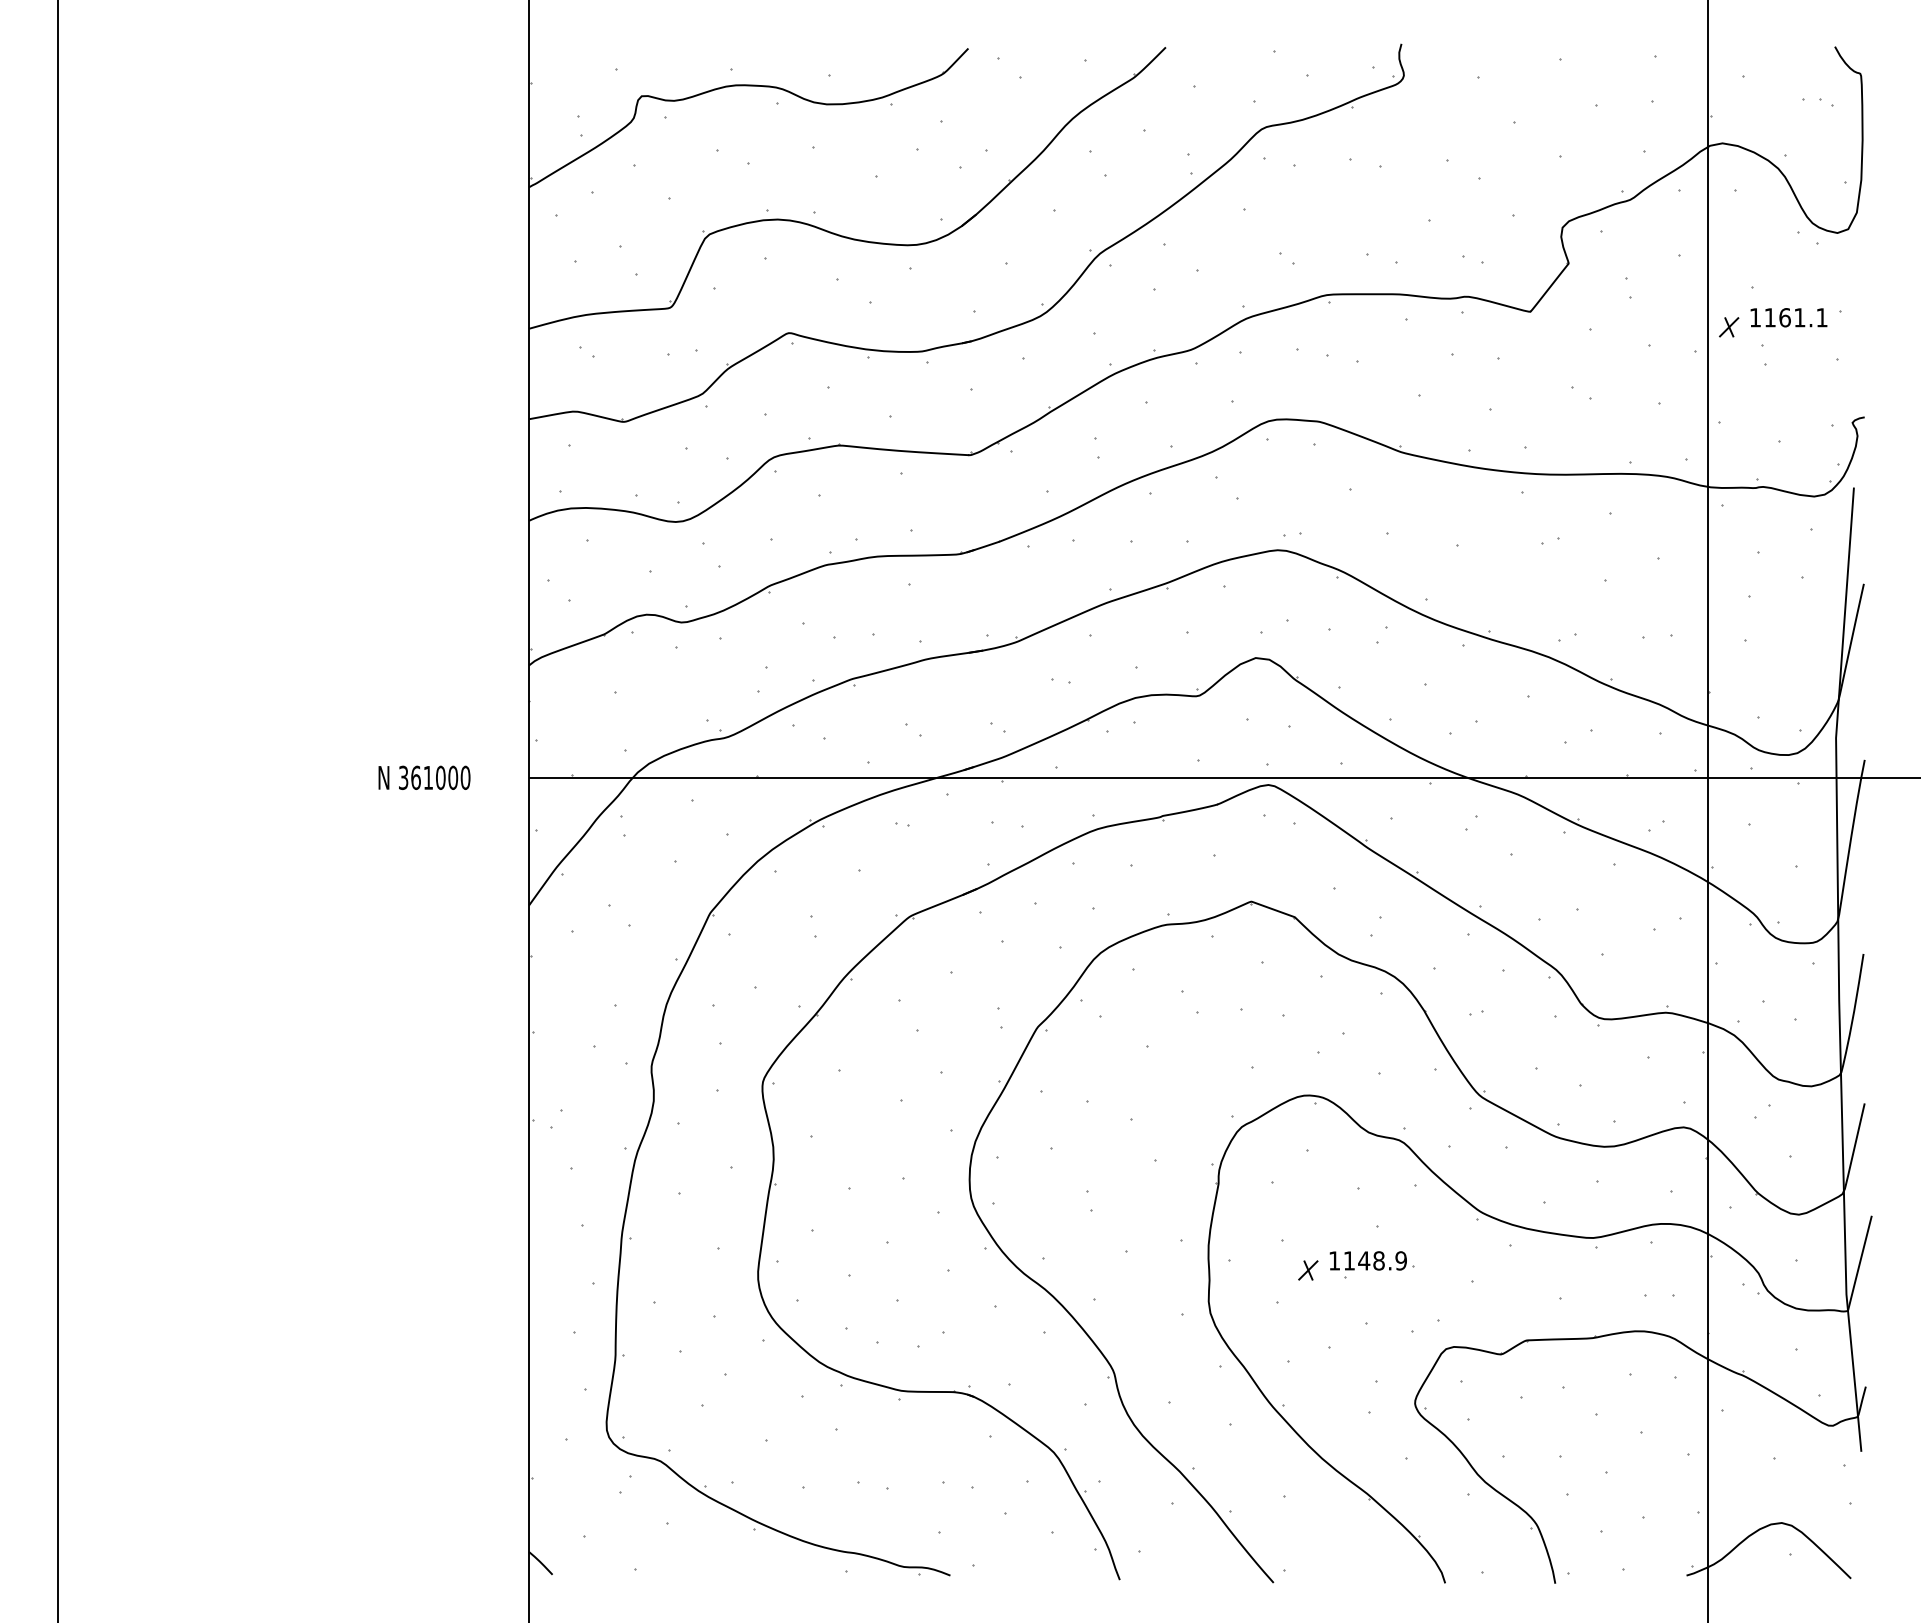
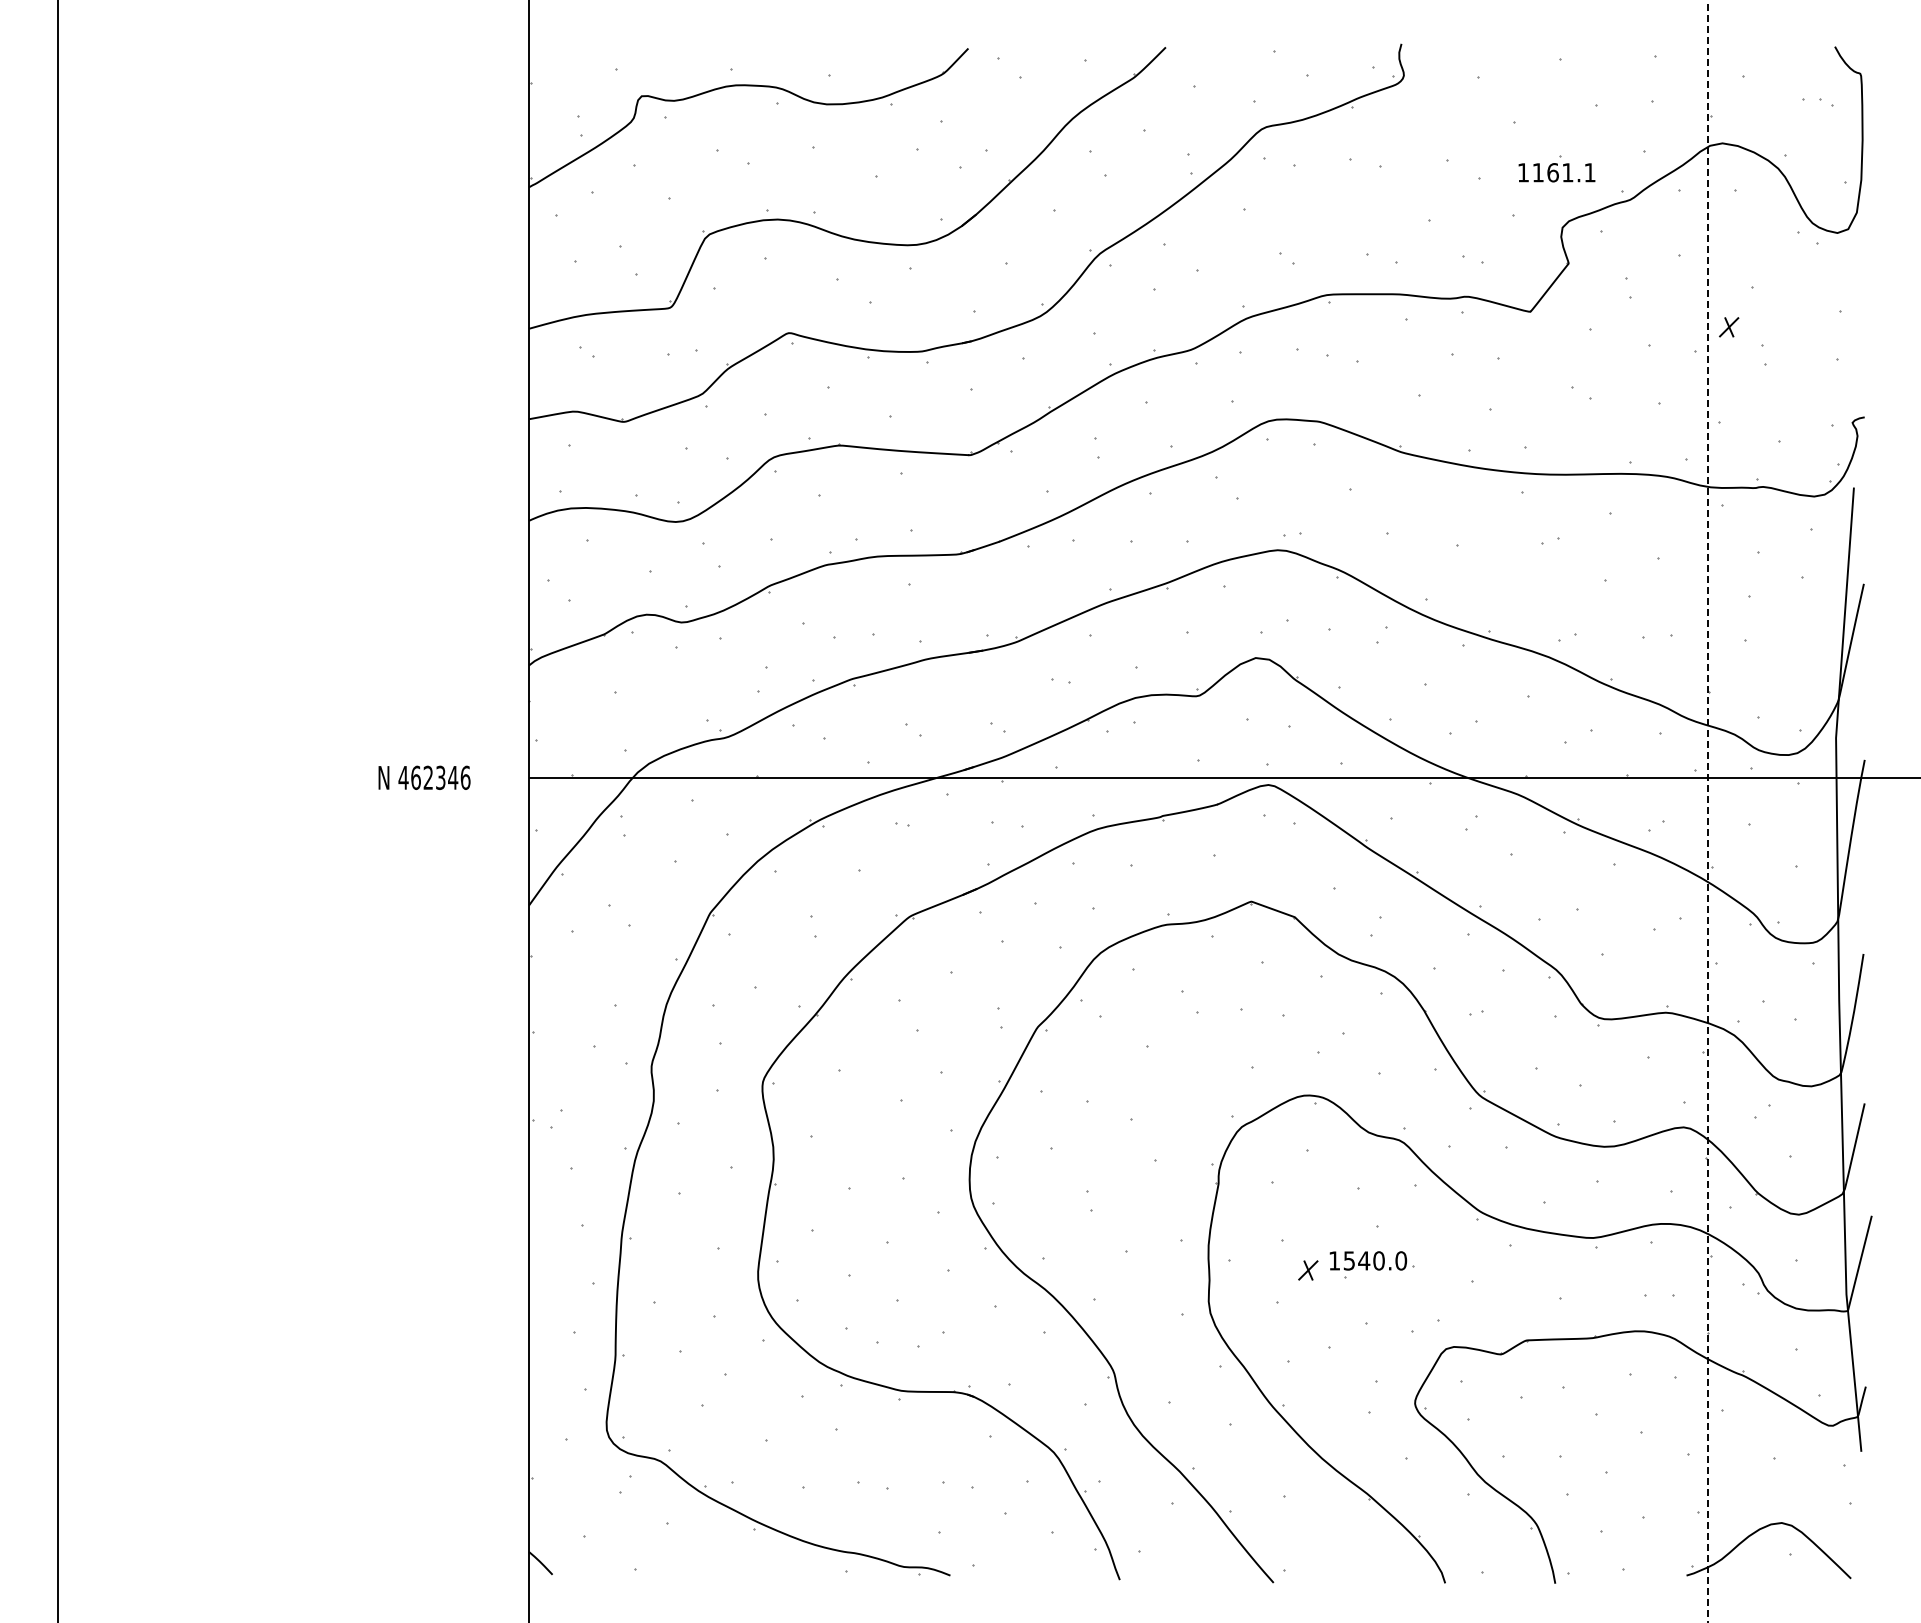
text at (1788, 317) position: (1788, 317) -> (1556, 172)
text at (434, 777): 361000 -> 462346
line at (1707, 811): solid -> dashed
text at (1374, 1260): 1148.9 -> 1540.0
